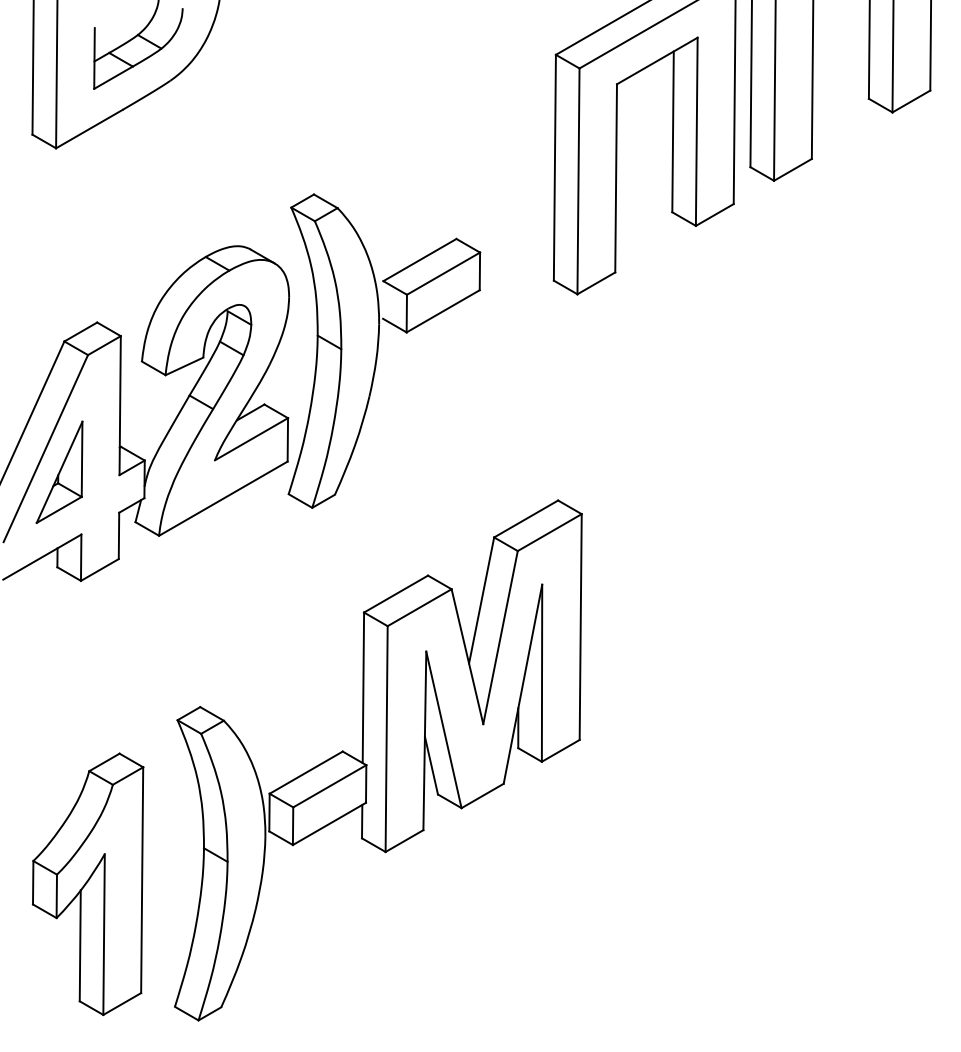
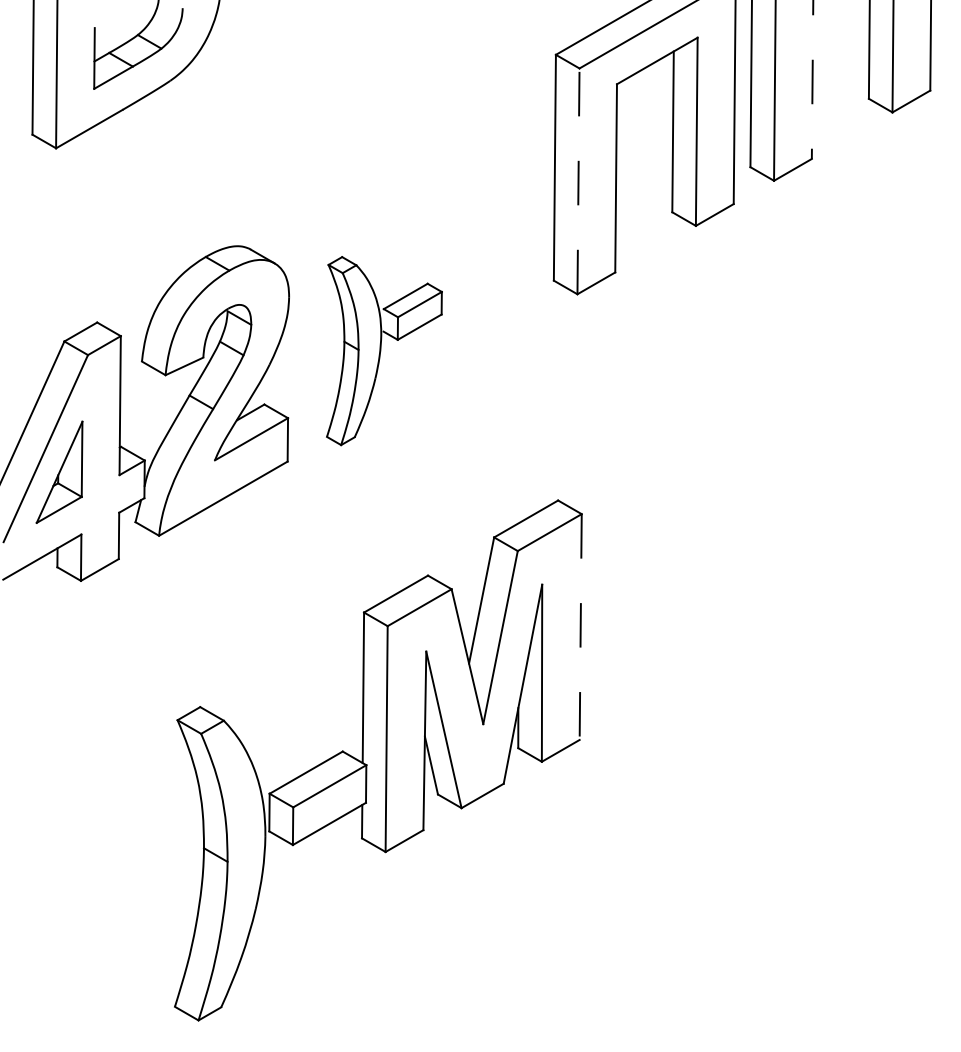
line at (812, 80): solid -> dashed
line at (578, 181): solid -> dashed
part at (384, 350) size: 195x316 px -> 117x191 px
line at (580, 627): solid -> dashed
part at (88, 883): present -> none
